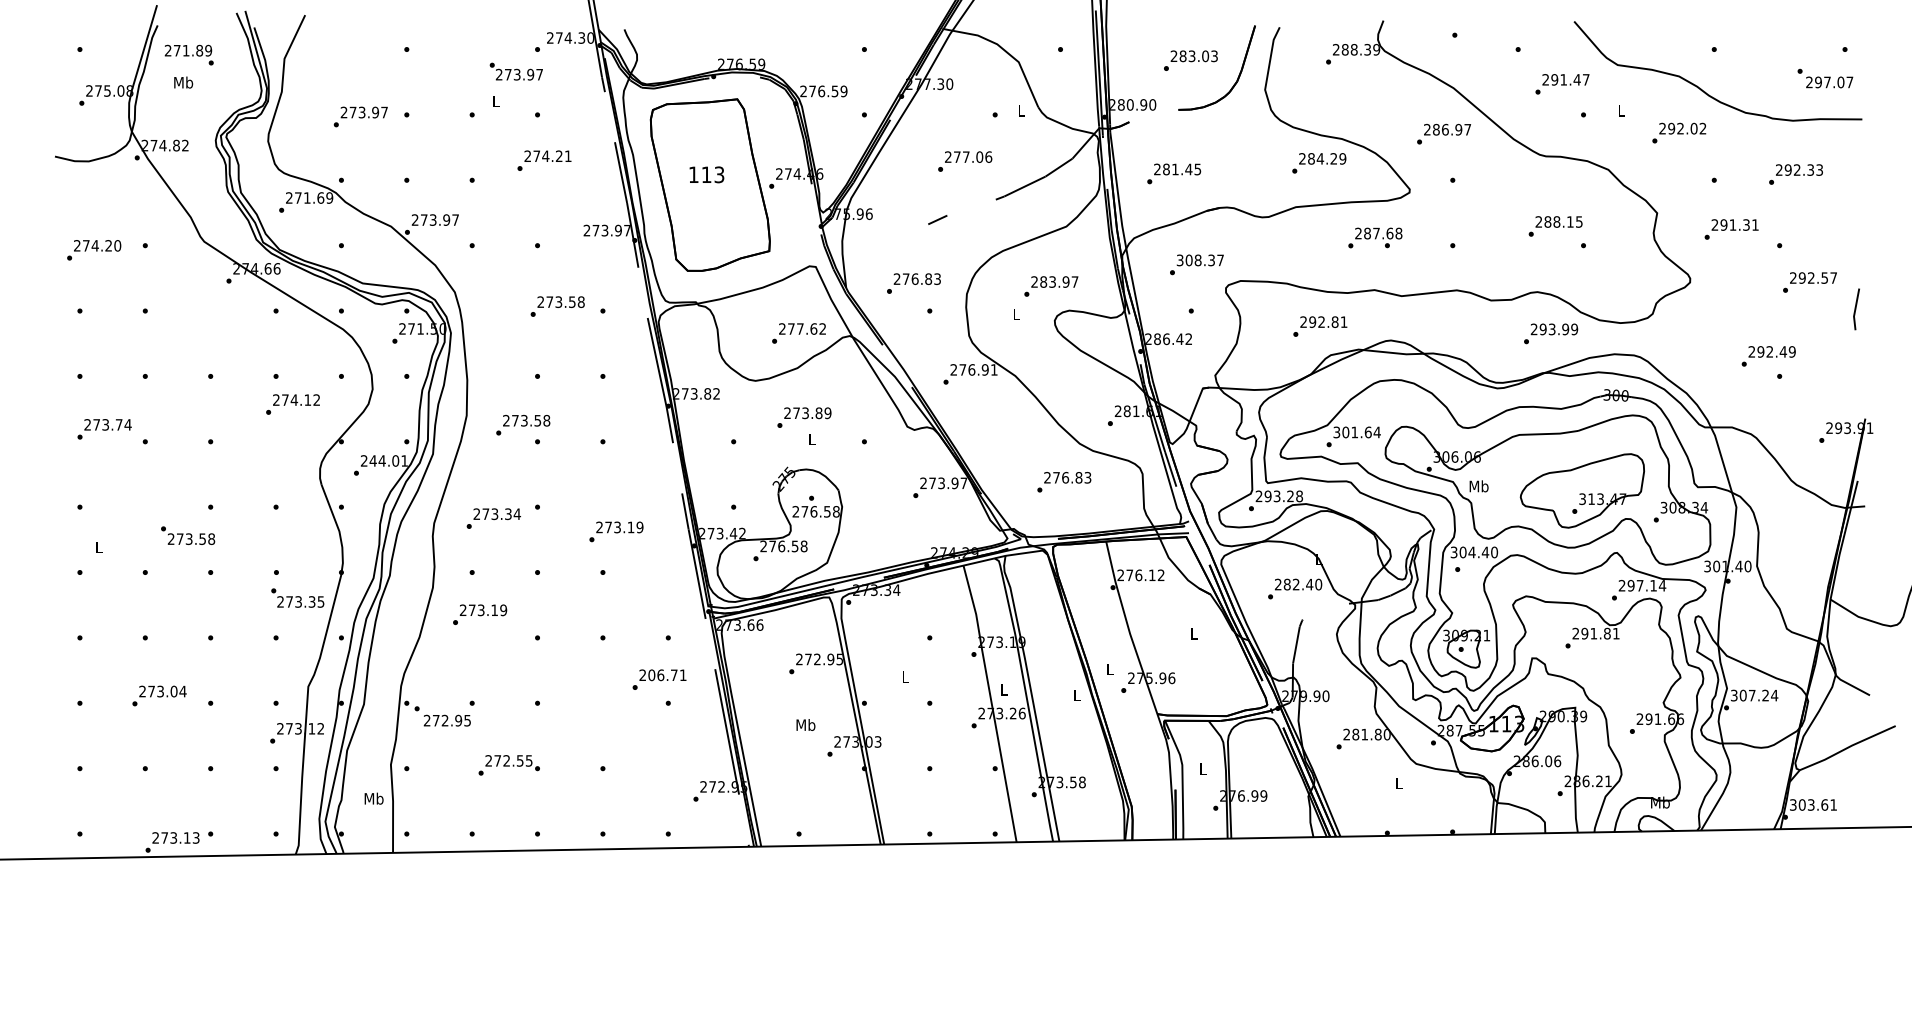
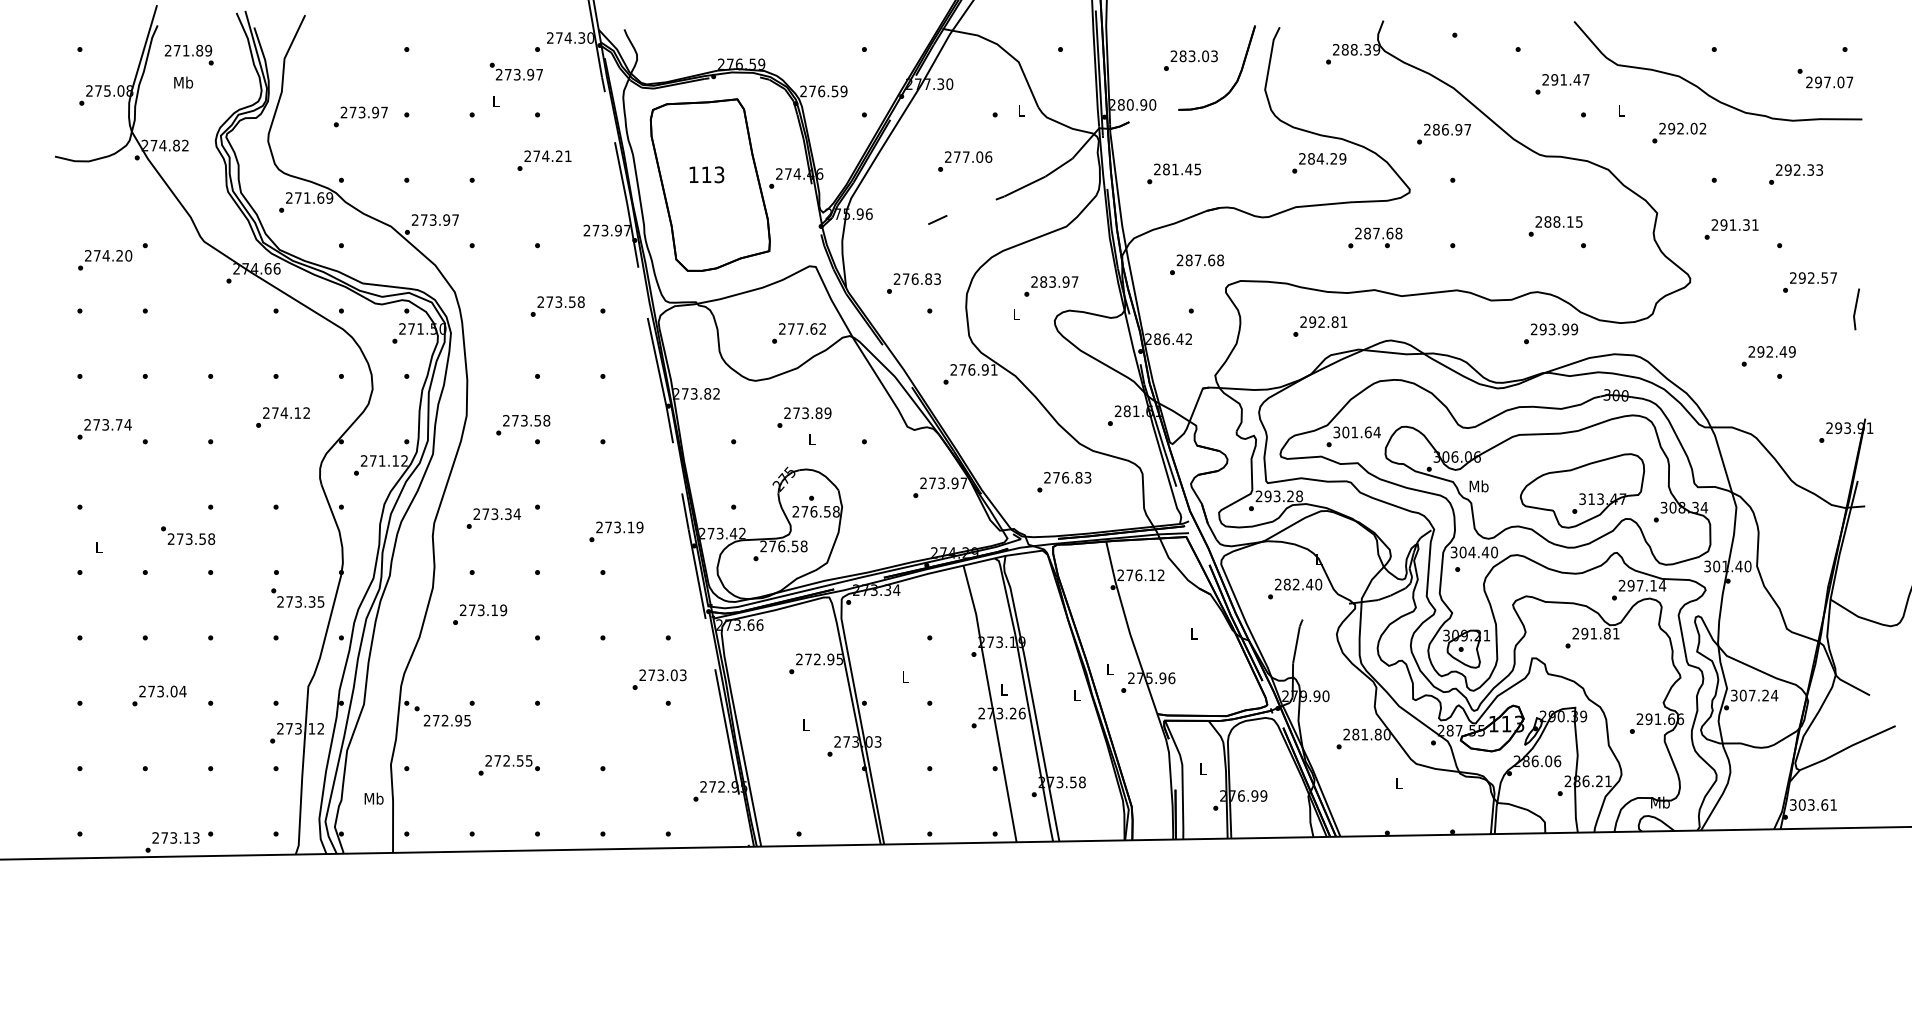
text at (94, 250) position: (94, 250) -> (105, 260)
text at (1200, 260): 308.37 -> 287.68
text at (292, 404) position: (292, 404) -> (282, 417)
text at (388, 460): 244.01 -> 271.12
text at (667, 675): 206.71 -> 273.03
text at (805, 724): Mb -> L
